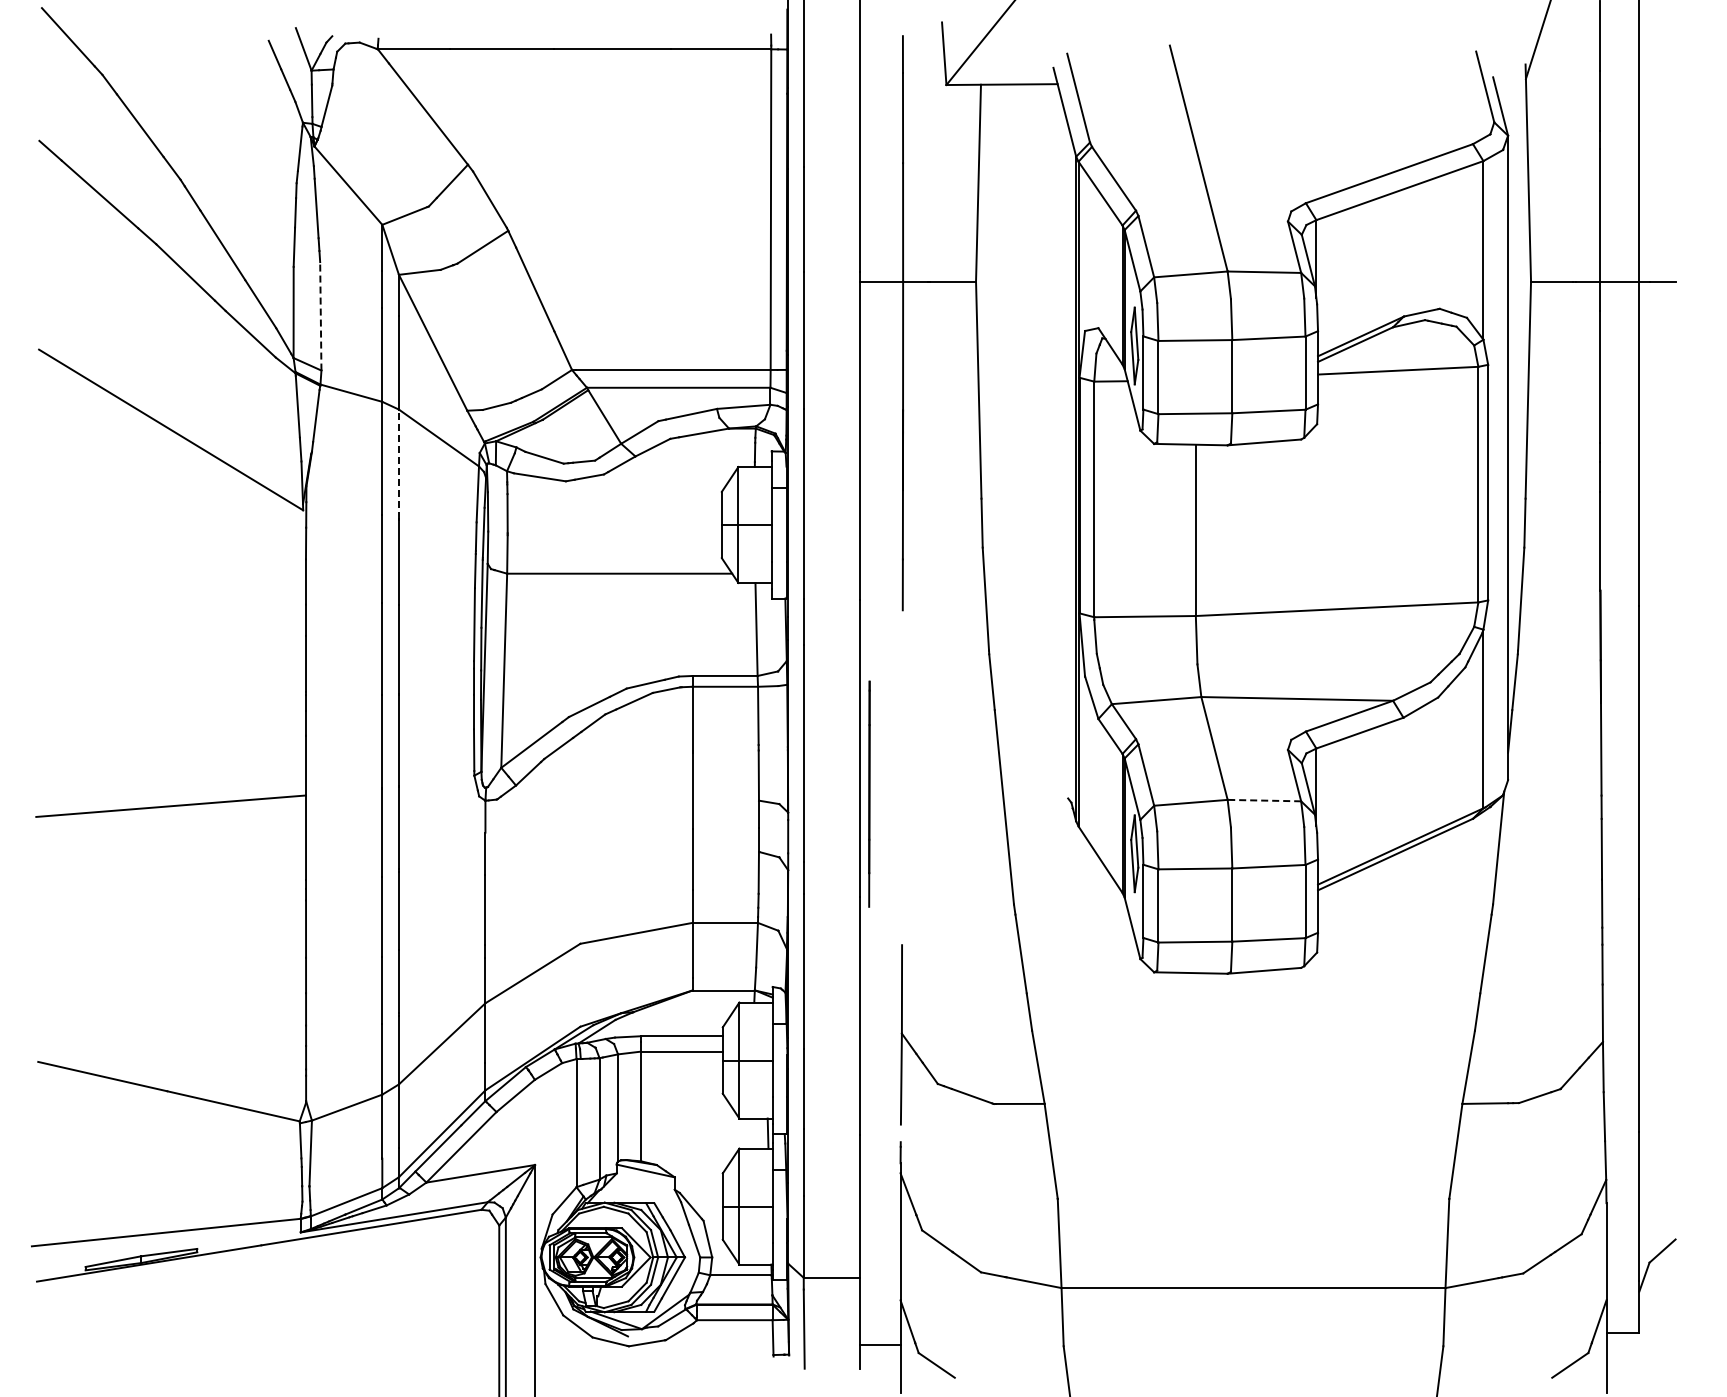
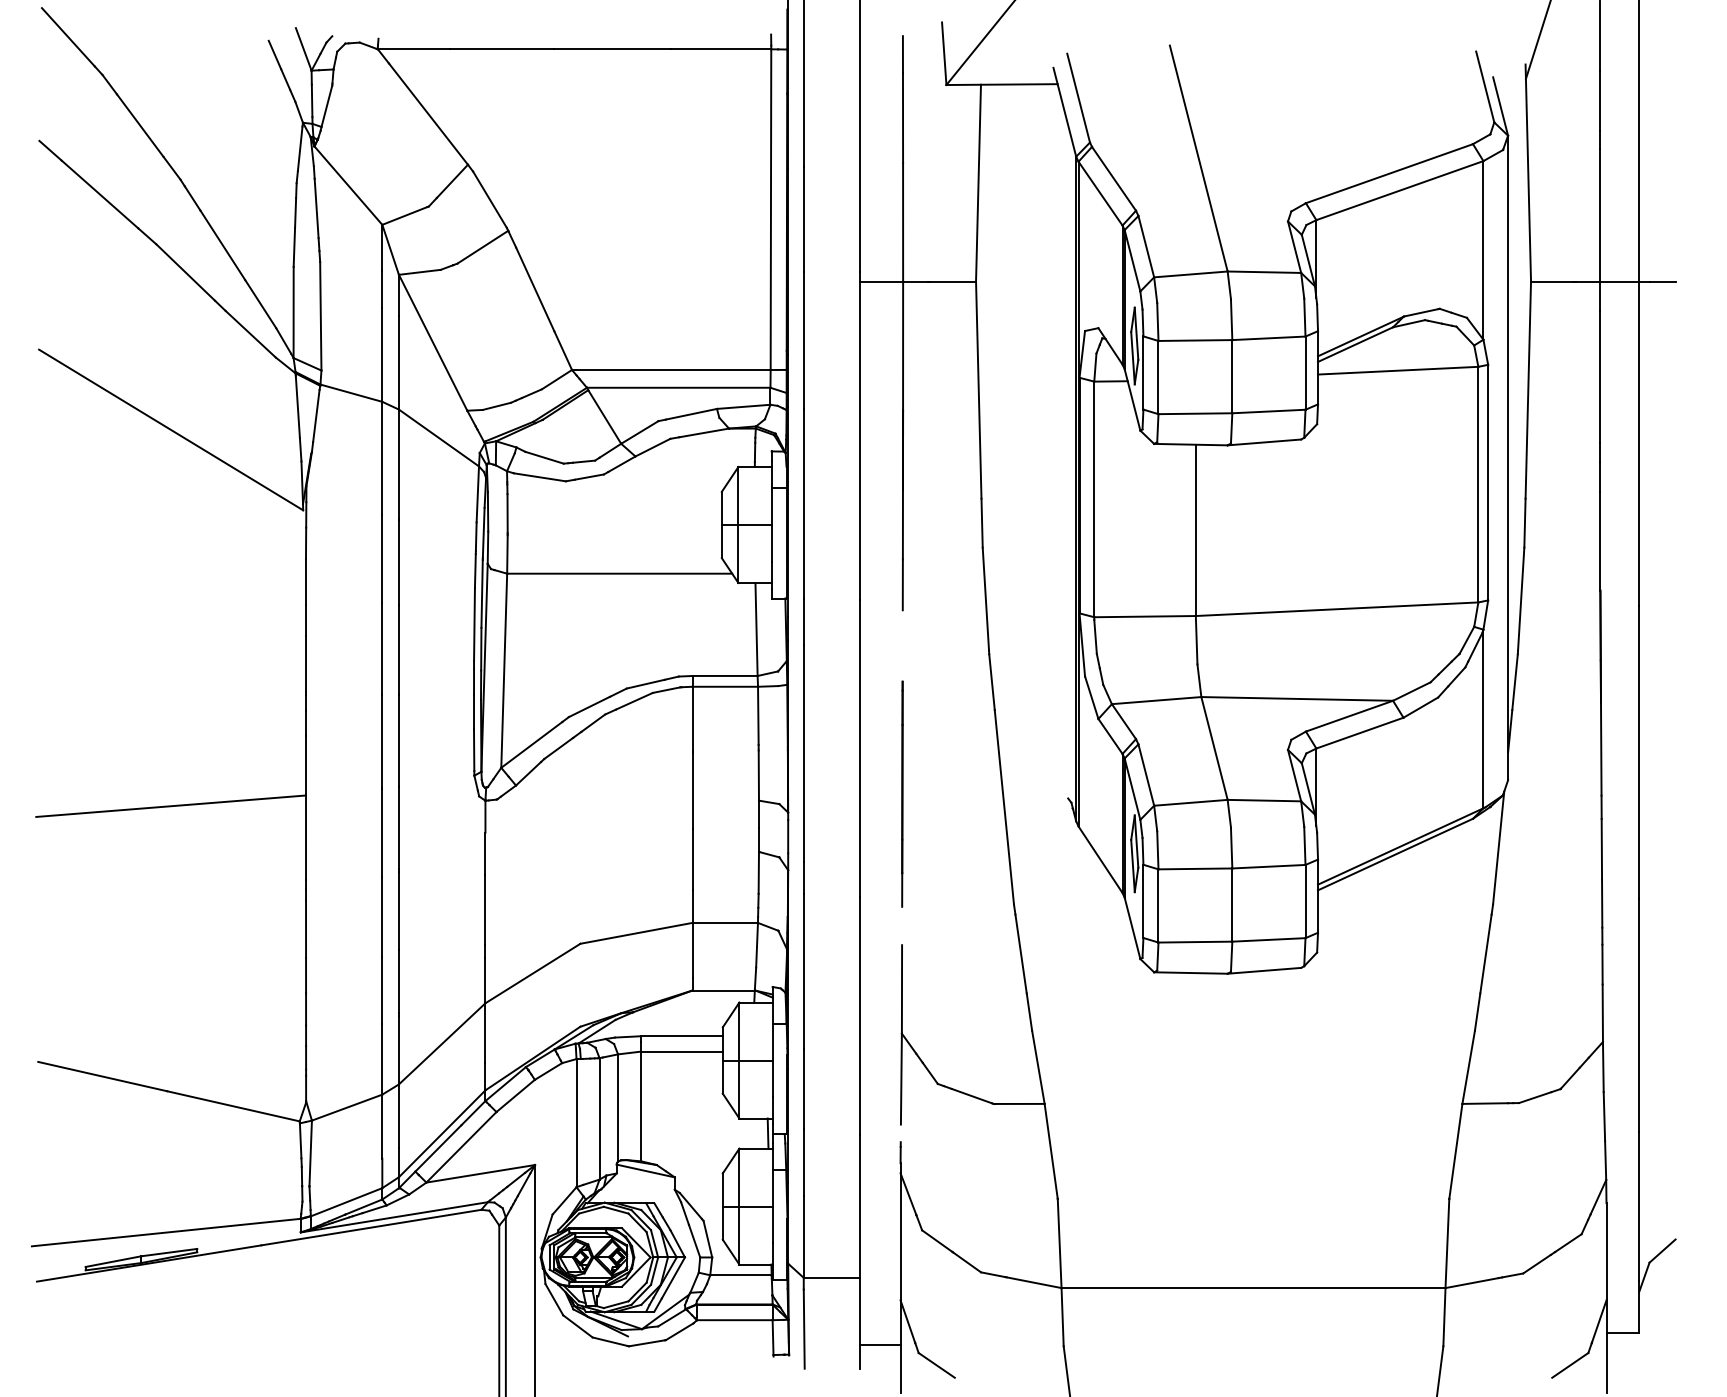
line at (320, 315): dashed -> solid
line at (398, 464): dashed -> solid
line at (869, 793) position: (869, 793) -> (902, 793)
line at (1264, 800): dashed -> solid
